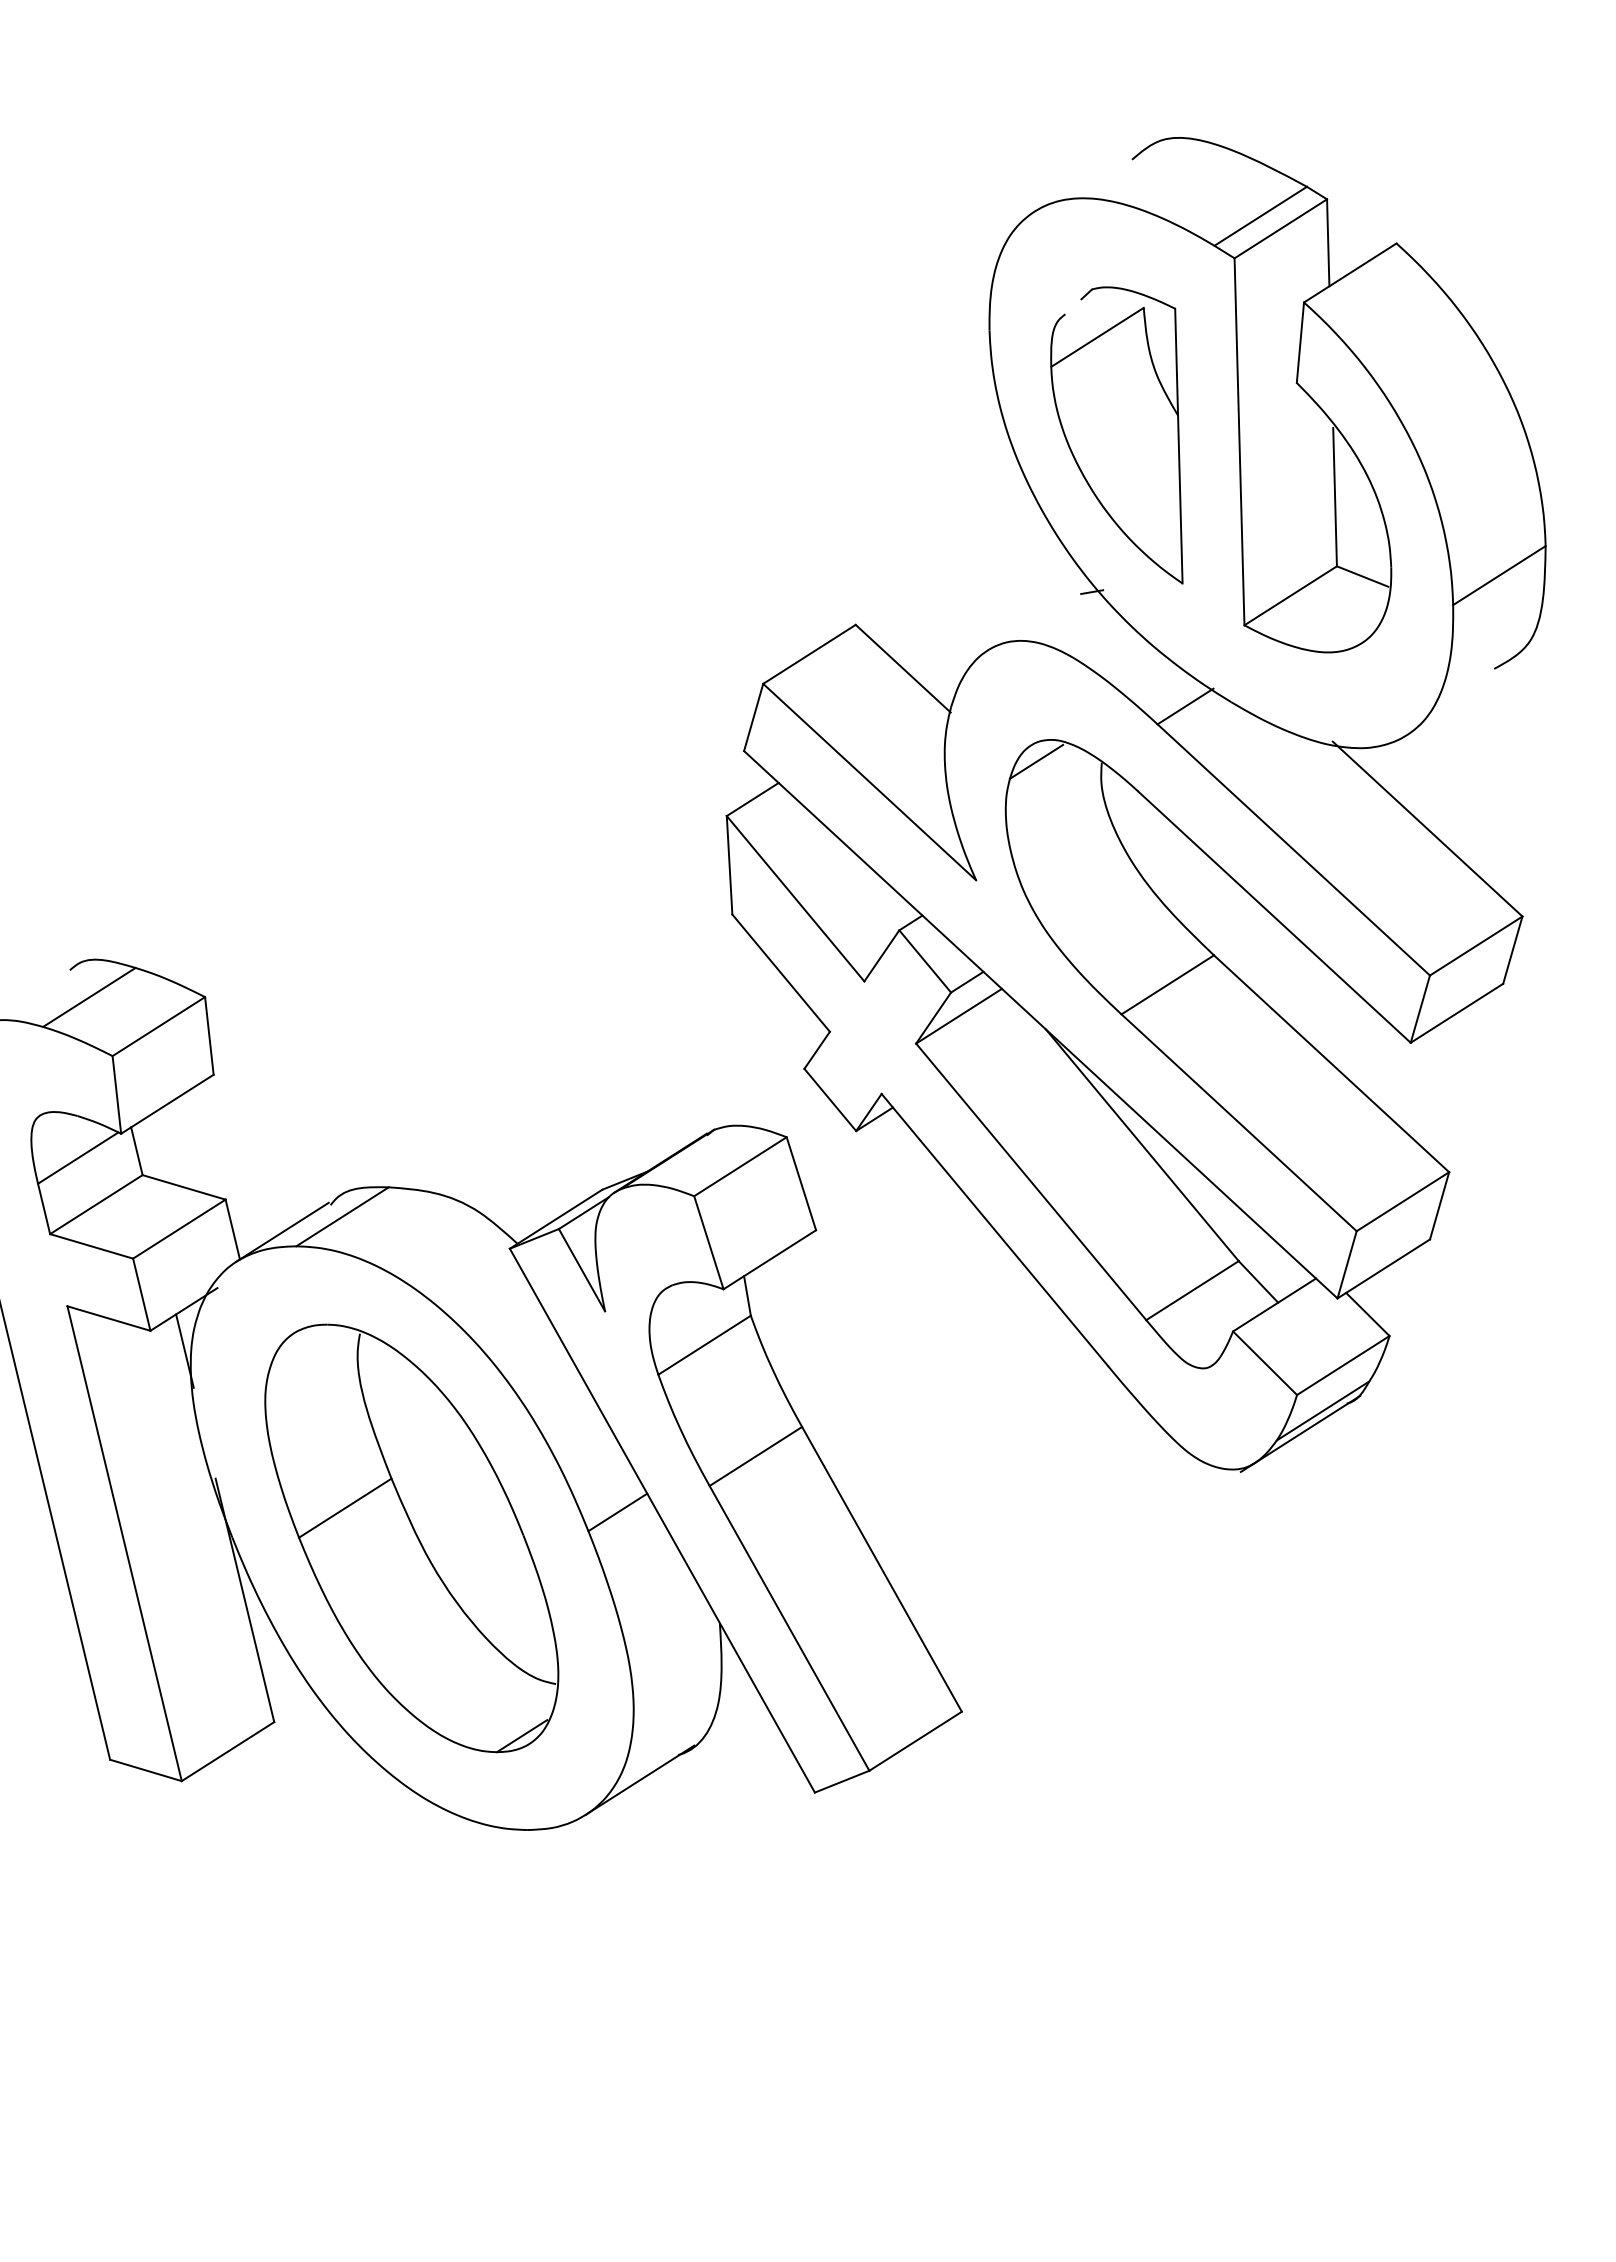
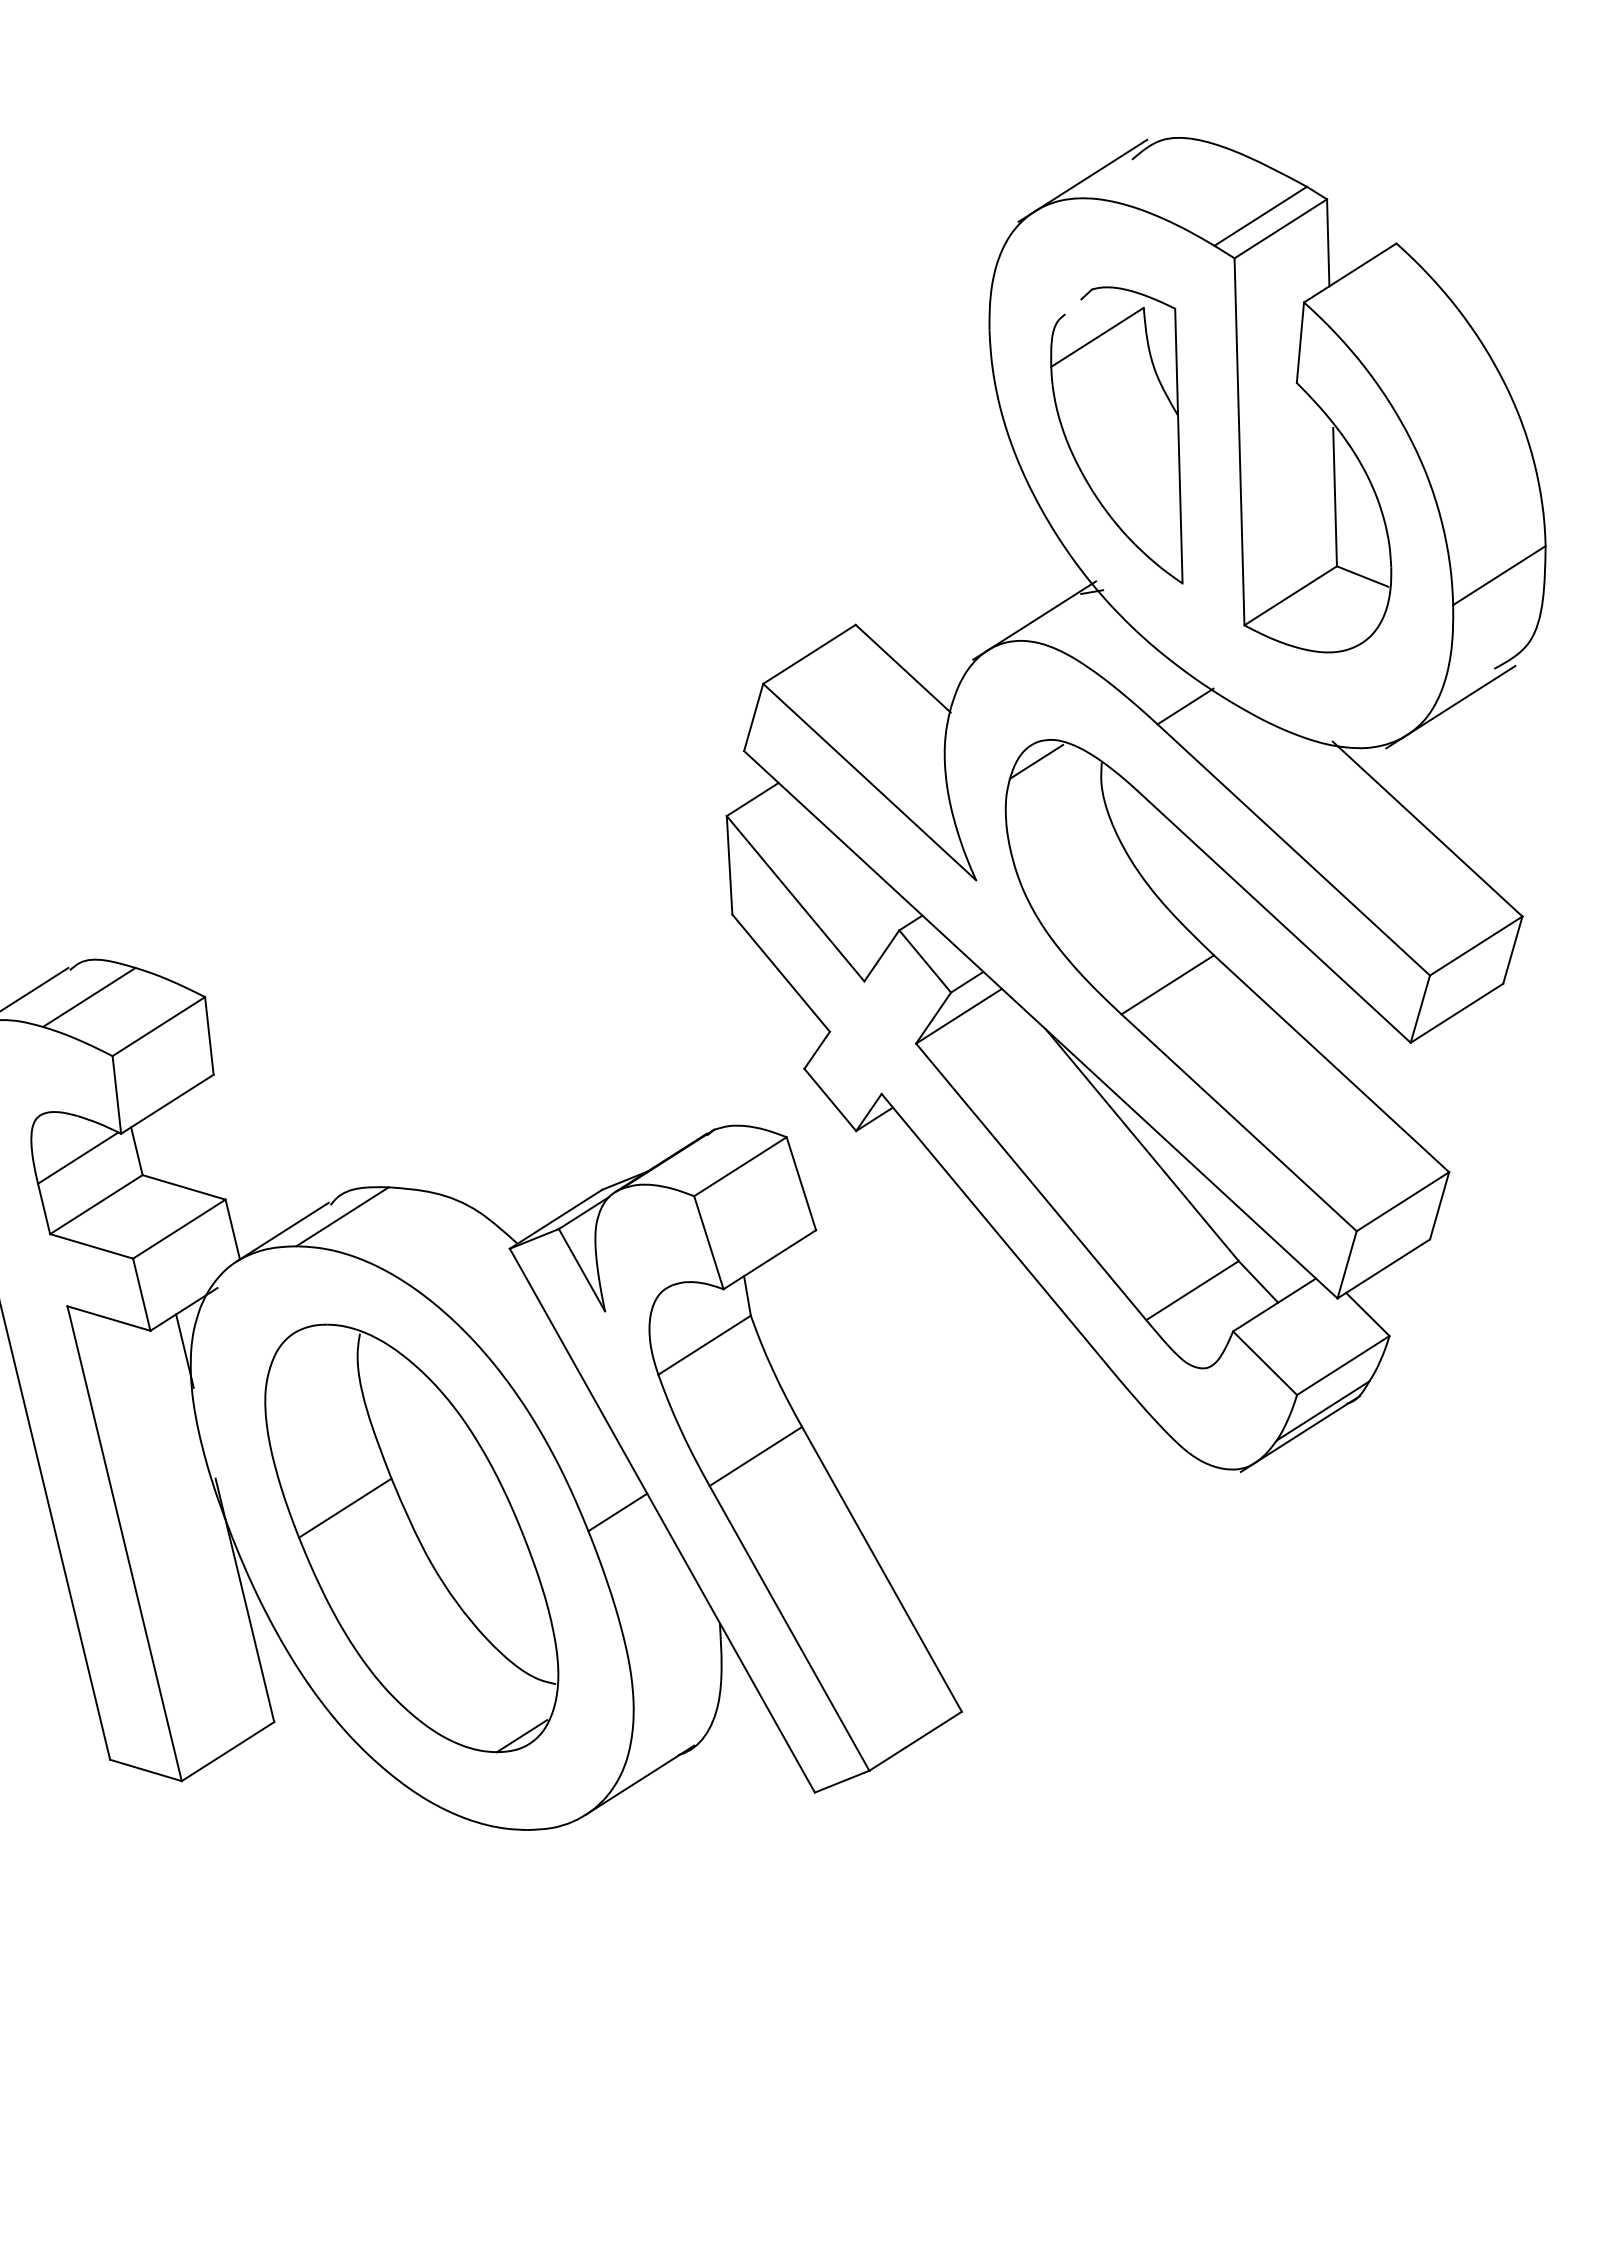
line at (1082, 180): none -> present
line at (1034, 620): none -> present
line at (1450, 707): none -> present
line at (35, 988): none -> present
